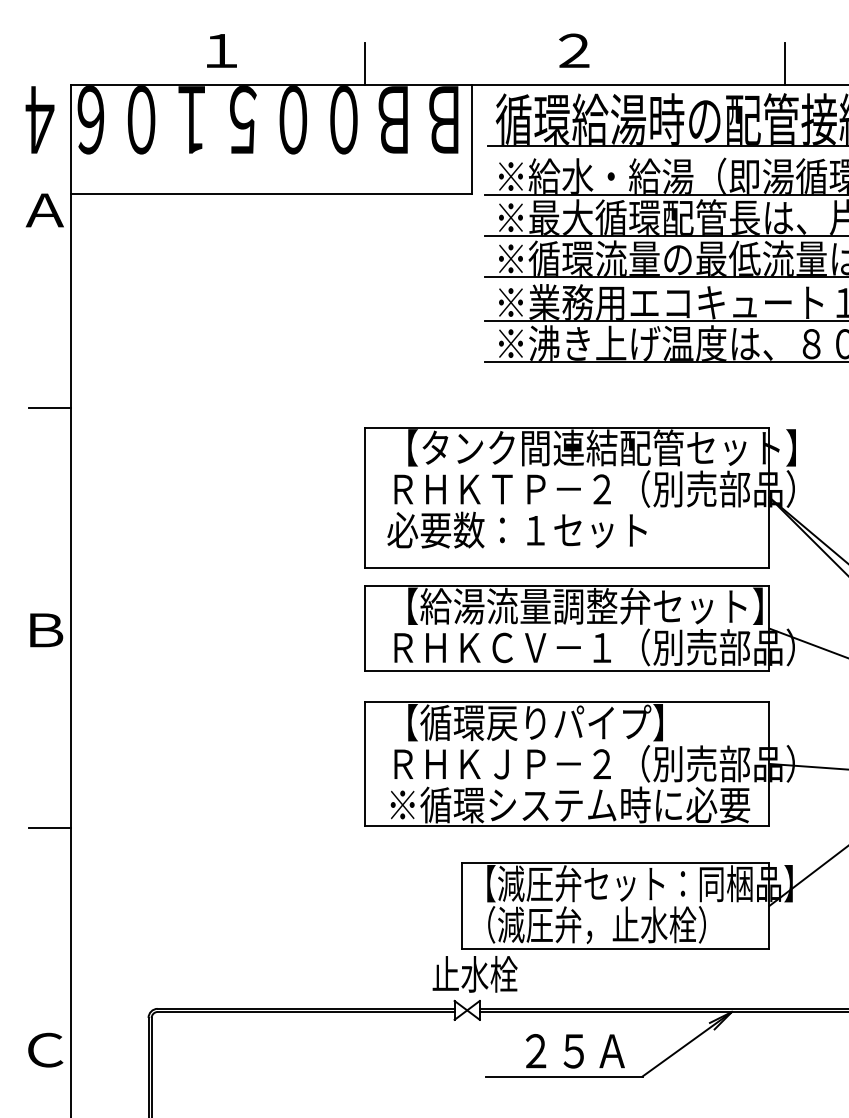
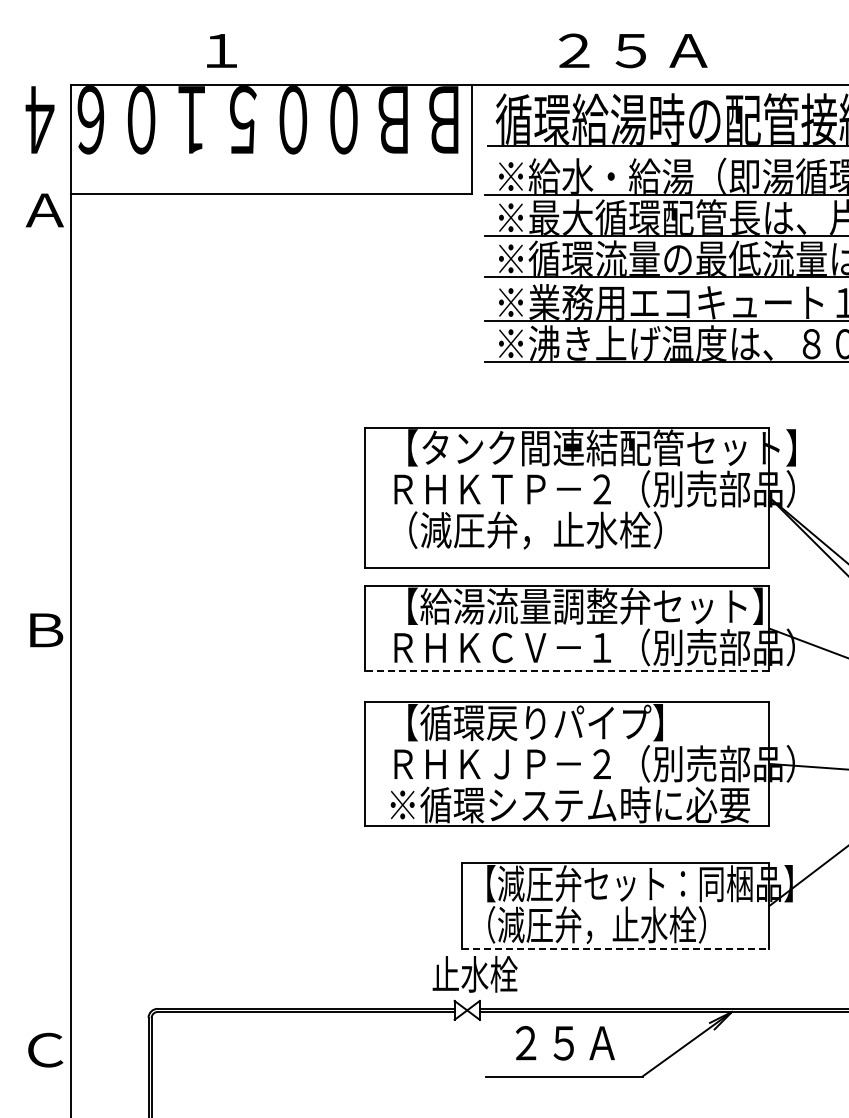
text at (661, 51): ２ -> ２５Ａ
line at (365, 63): present -> none
line at (784, 63): present -> none
line at (50, 407): present -> none
text at (524, 530): 必要数：１セット -> （減圧弁，止水栓）
line at (566, 671): solid -> dashed
line at (50, 827): present -> none
line at (615, 948): solid -> dashed
text at (575, 1051) position: (575, 1051) -> (565, 1043)
